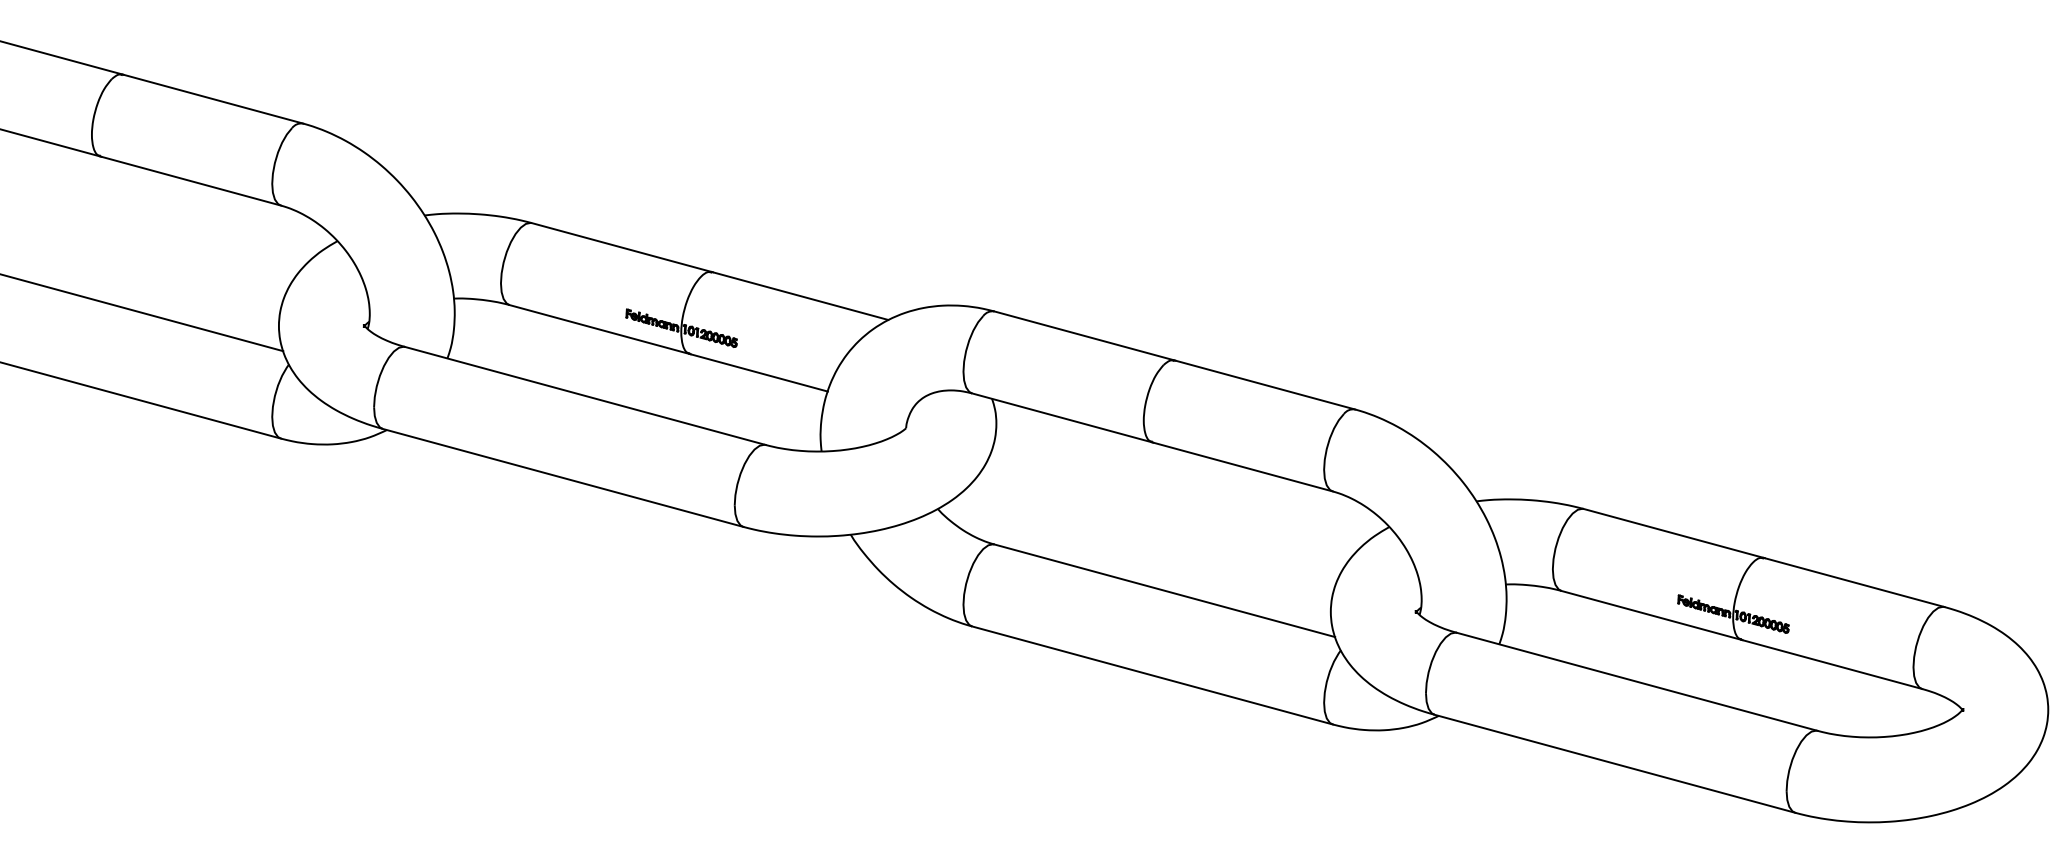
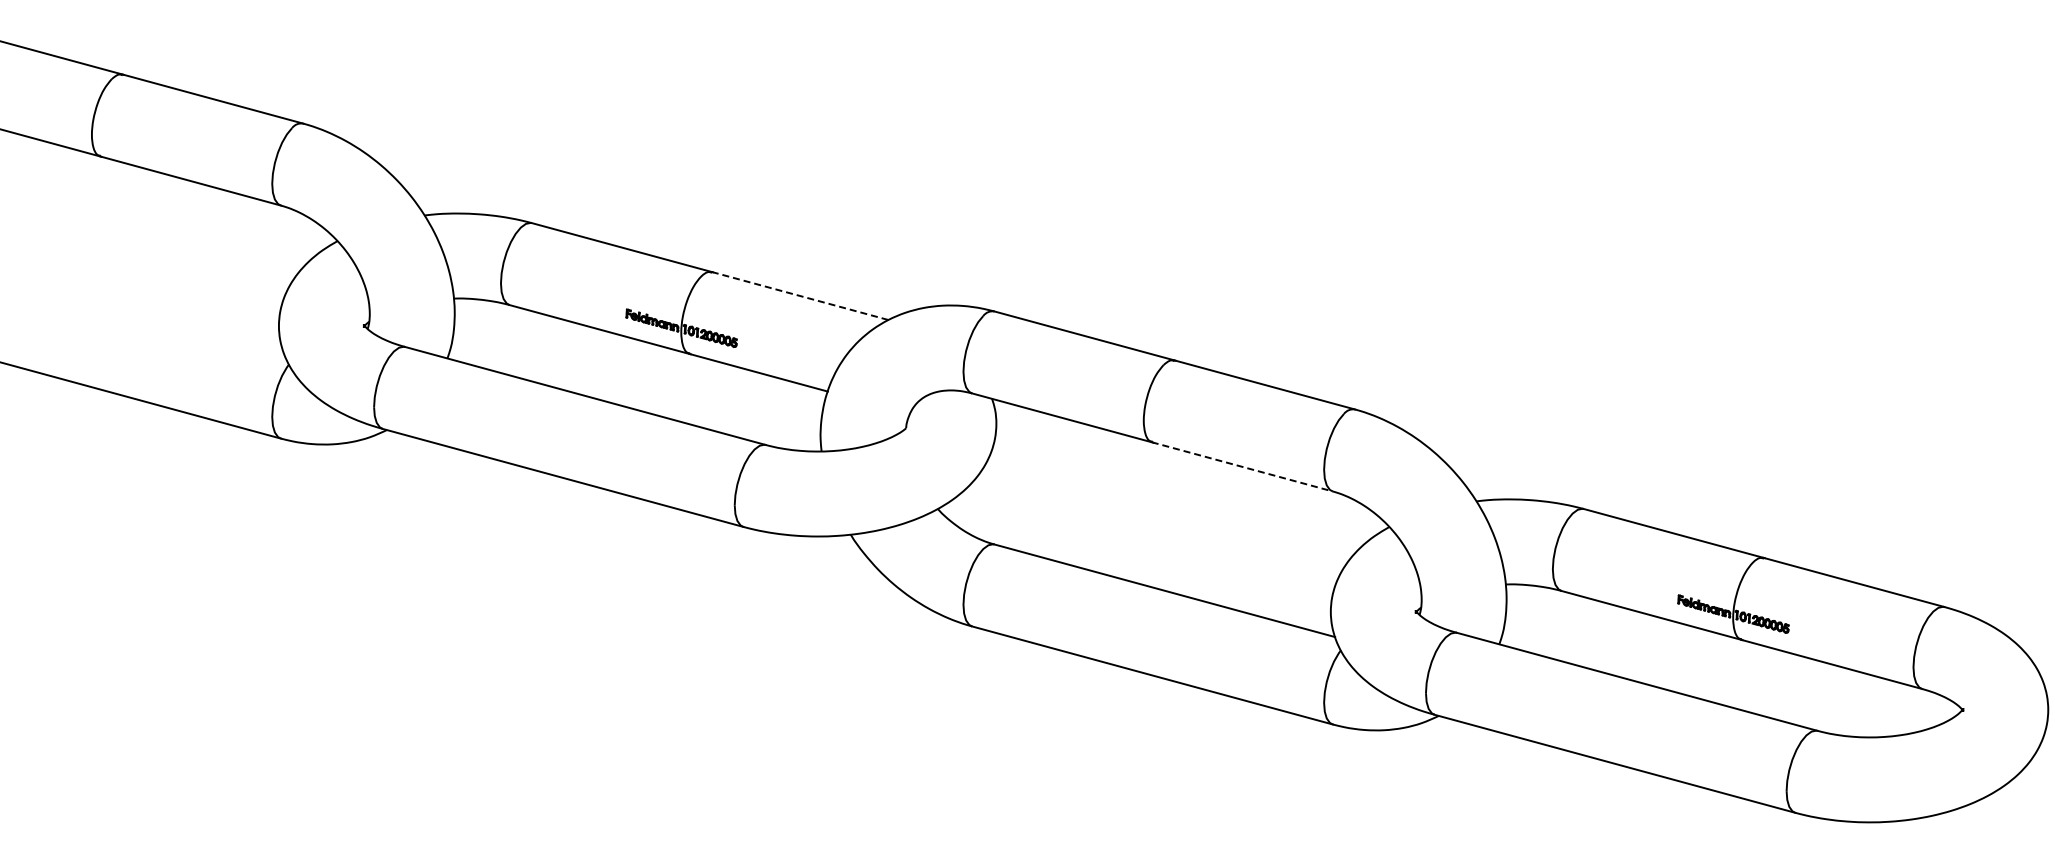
line at (799, 295): solid -> dashed
line at (142, 312): present -> none
line at (1242, 466): solid -> dashed
